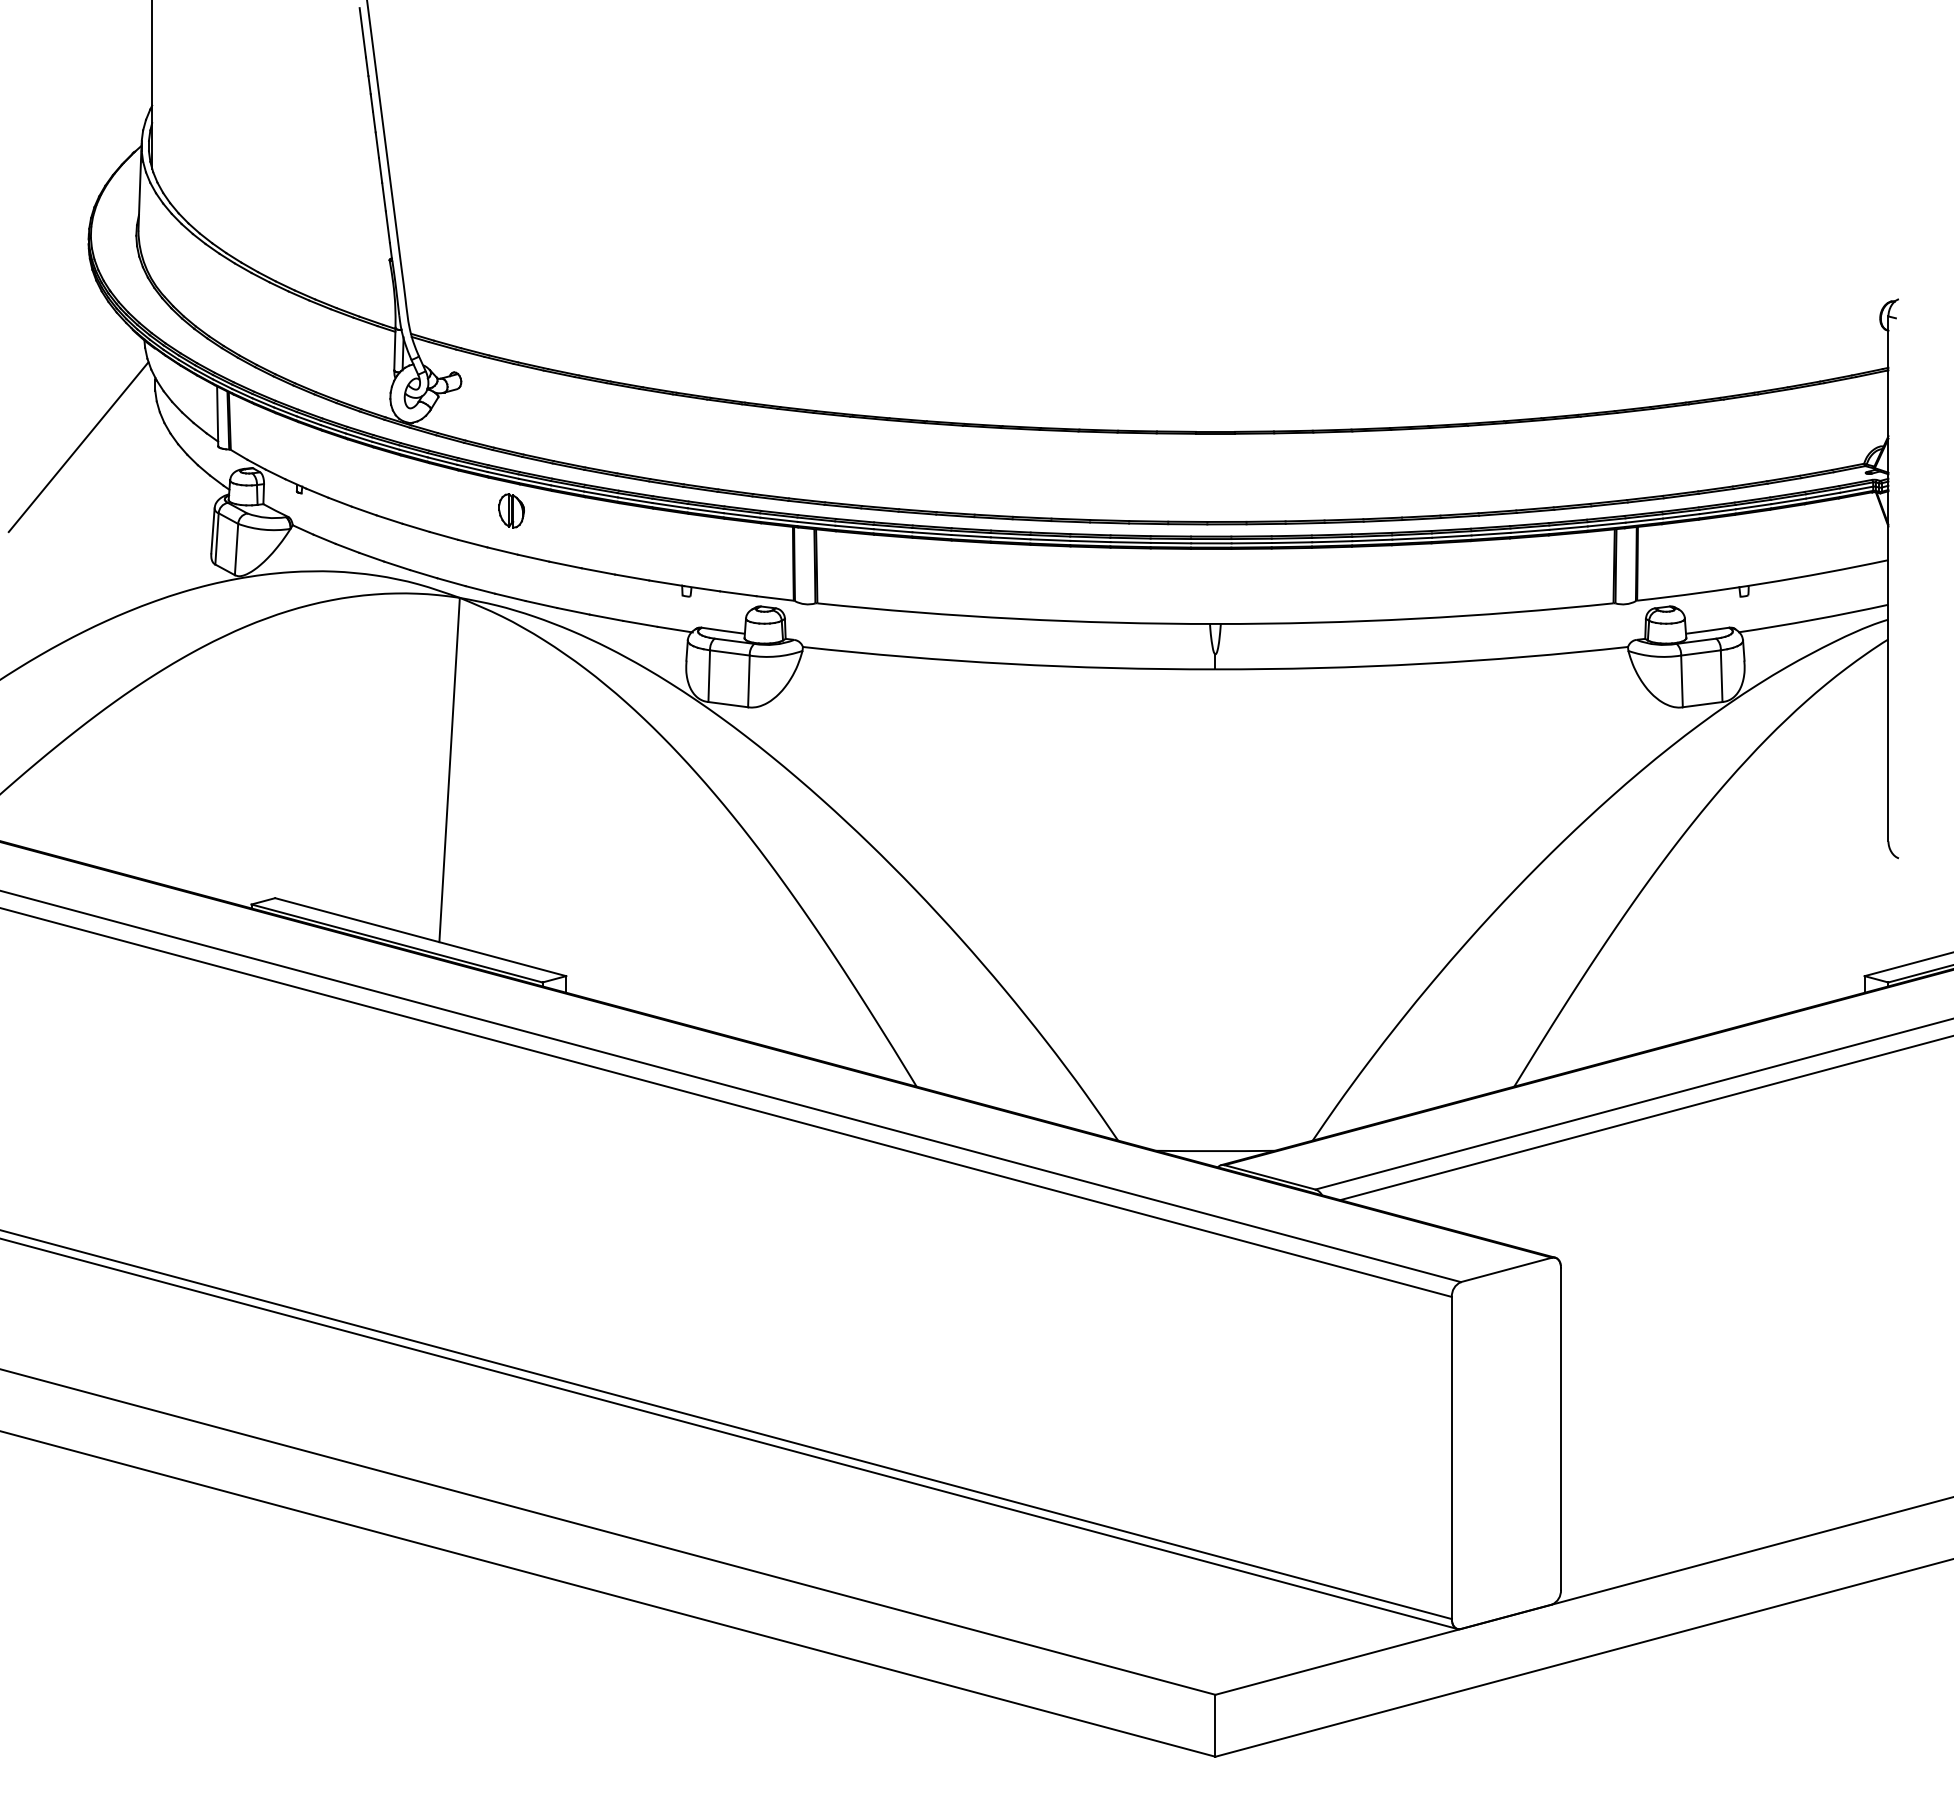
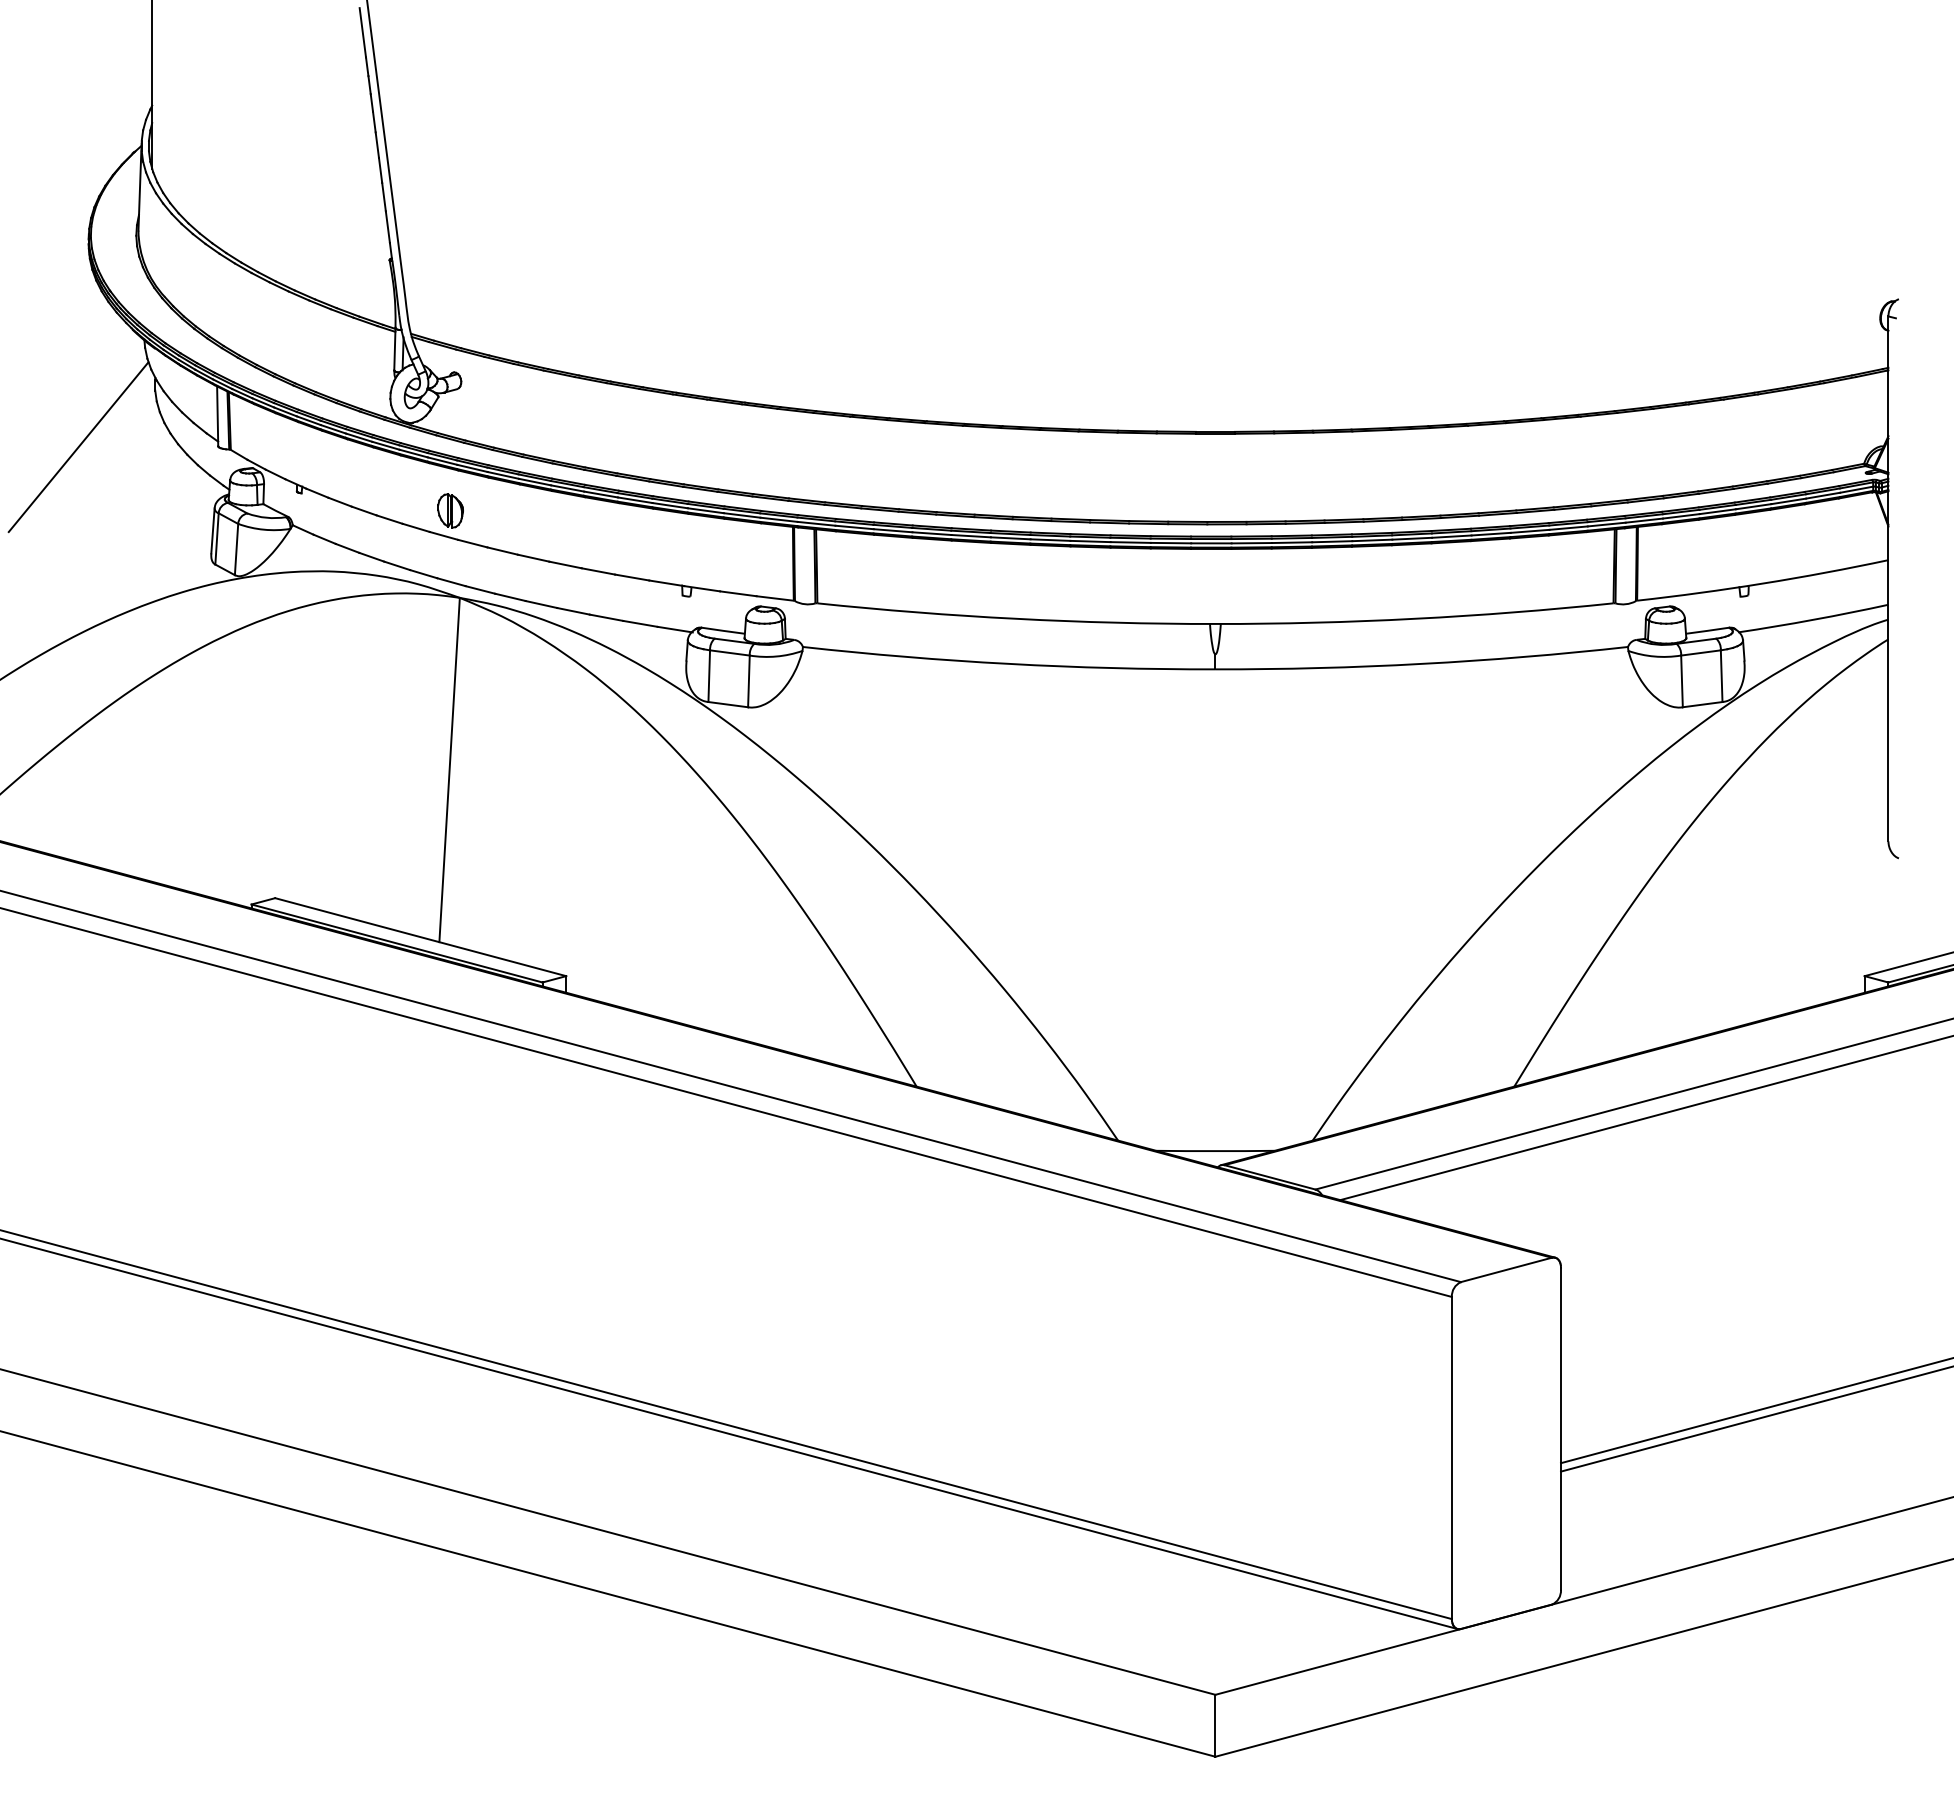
part at (511, 510) position: (511, 510) -> (450, 510)
line at (1755, 1410): none -> present
line at (1755, 1419): none -> present
